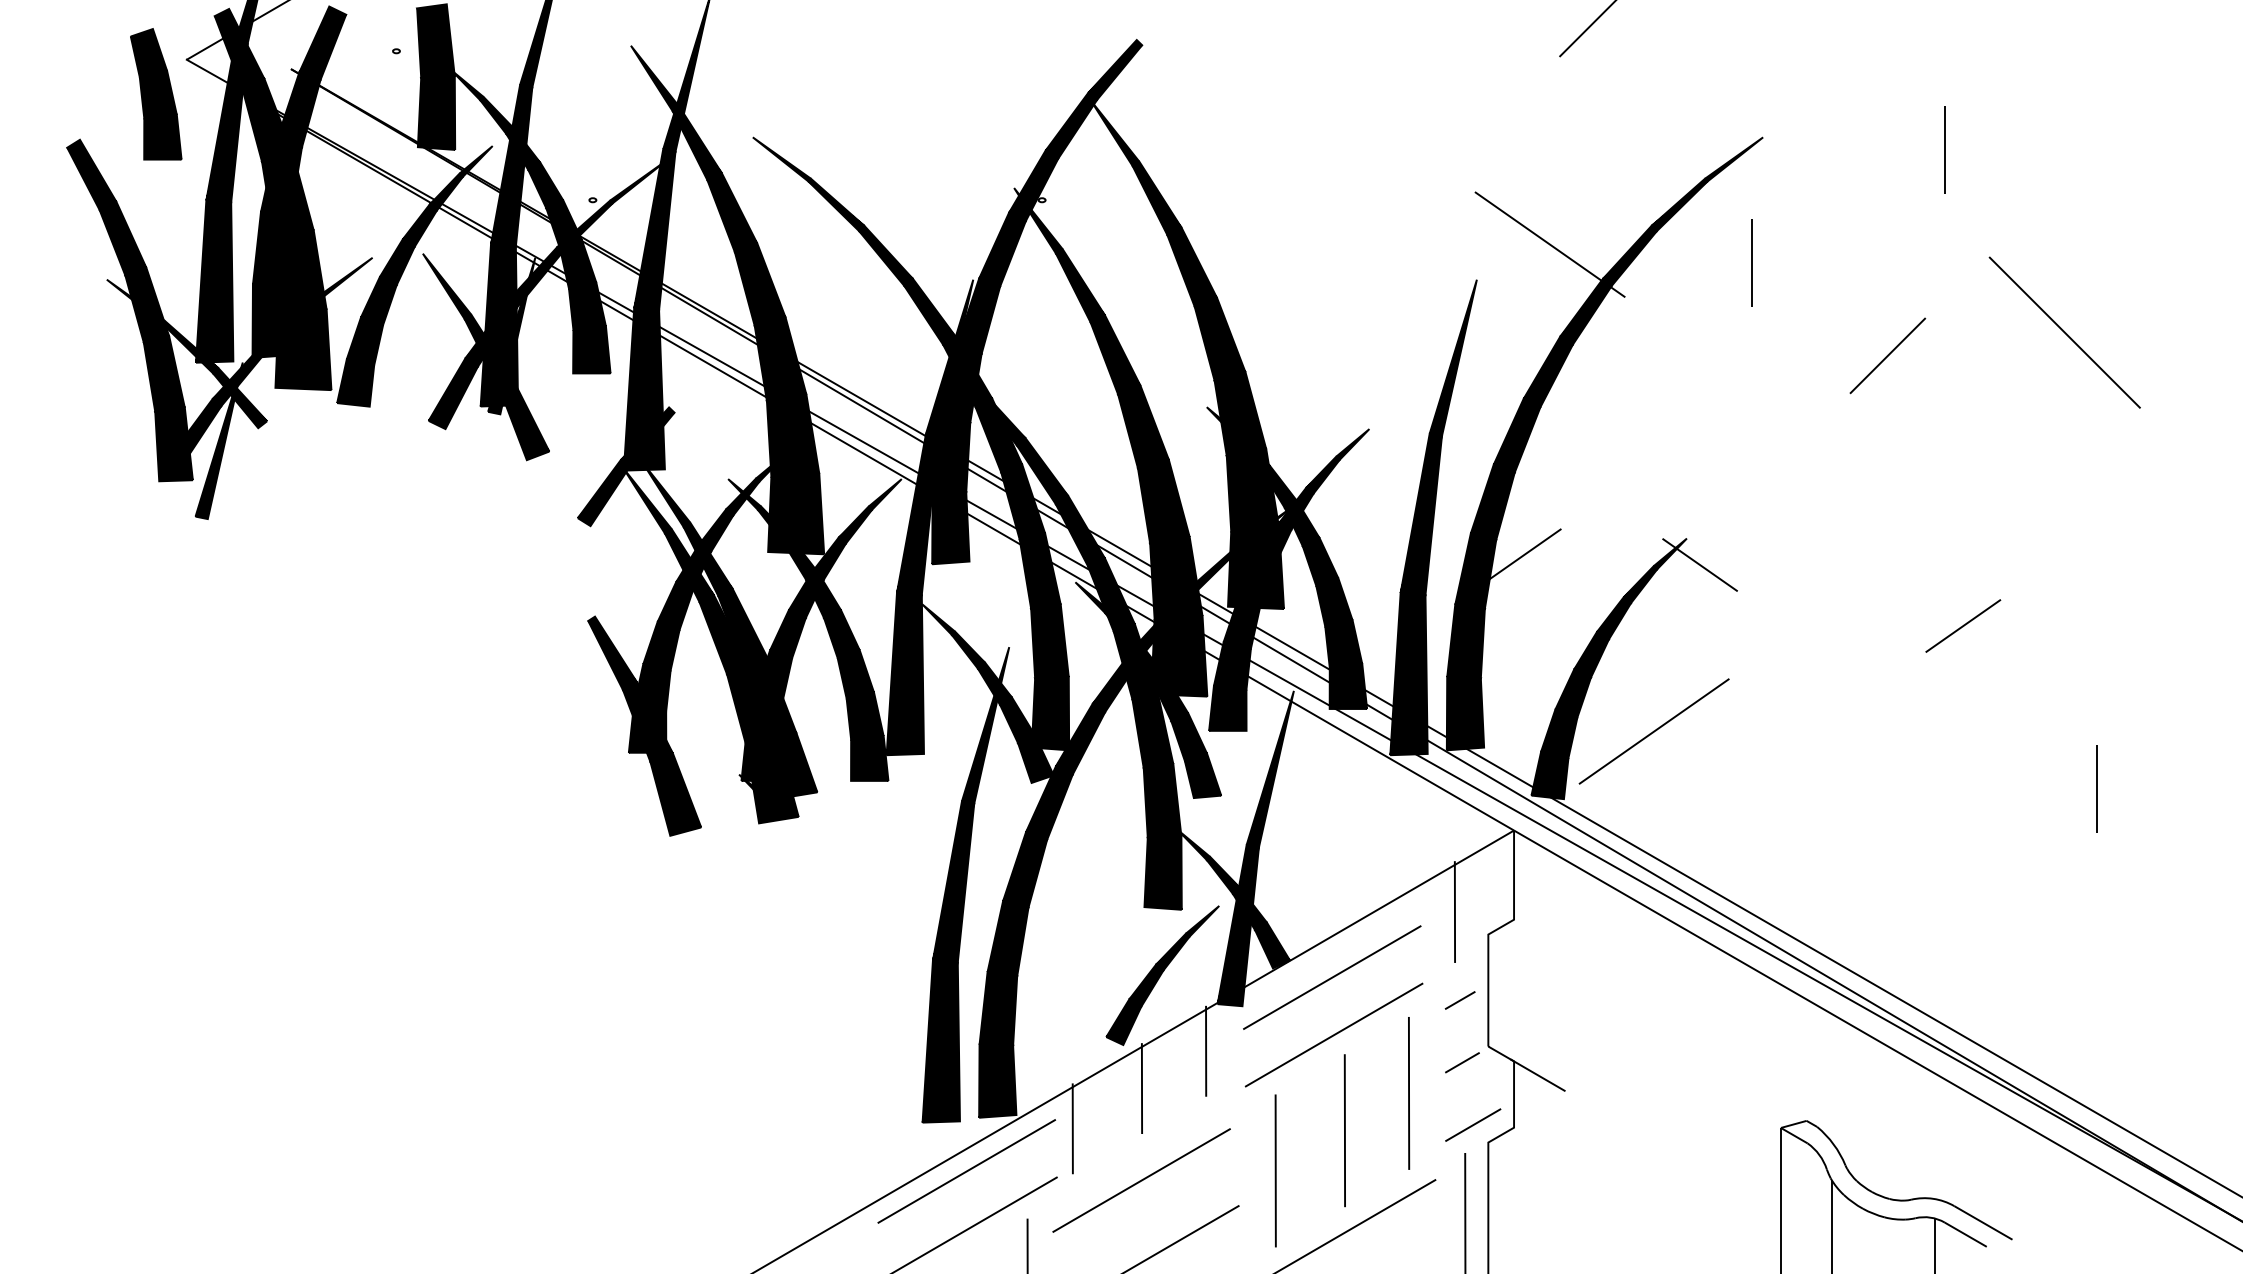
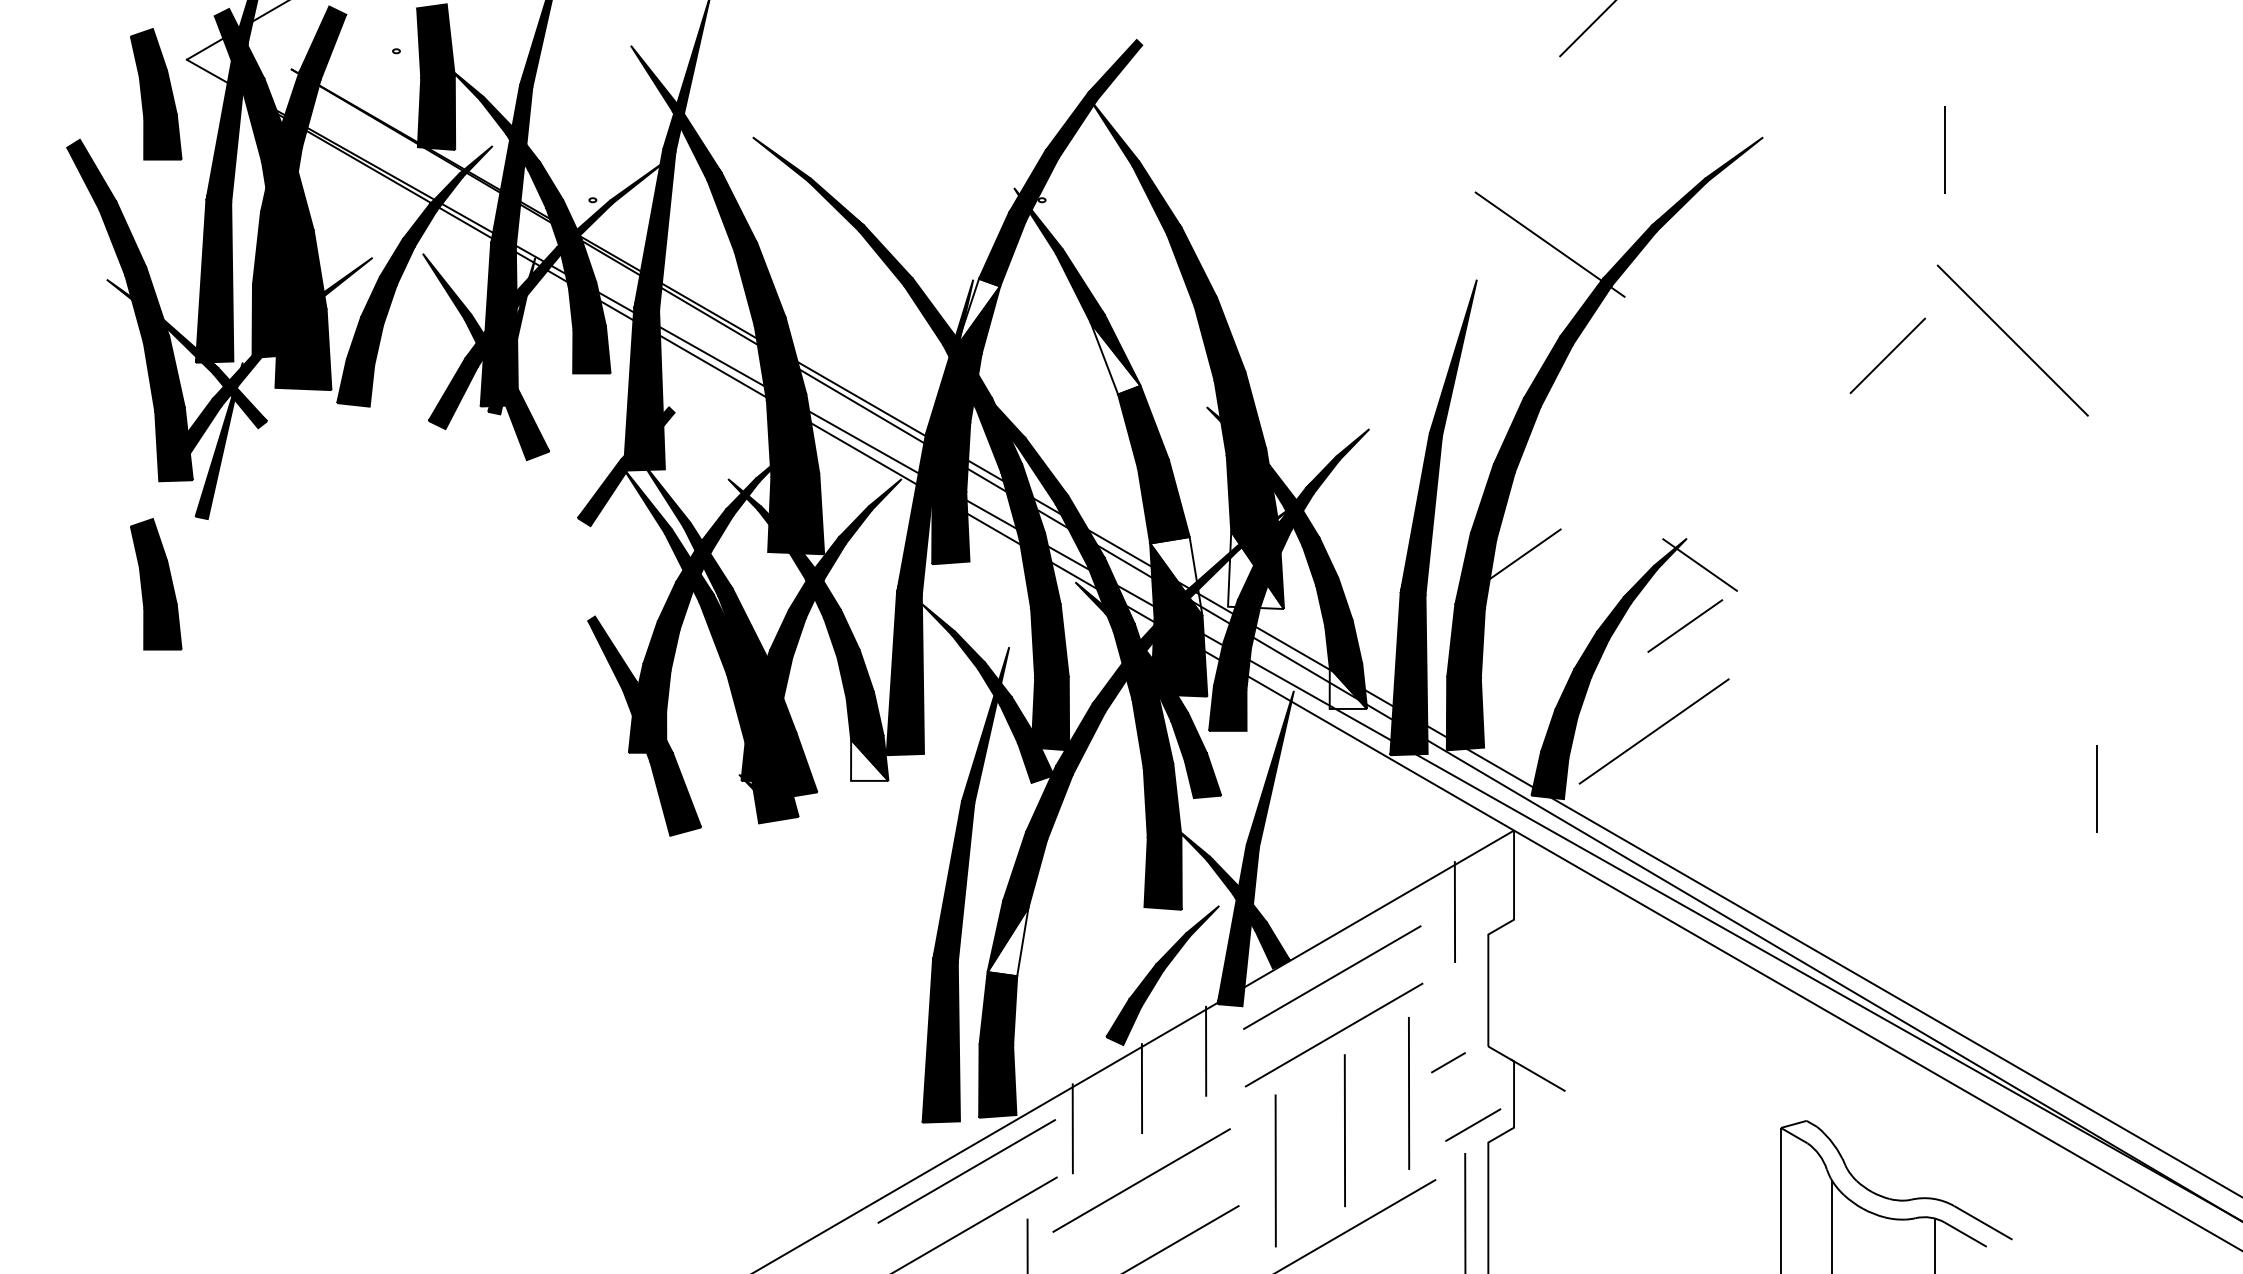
line at (1751, 262): present -> none
fill at (978, 312): present -> none
line at (2064, 332) position: (2064, 332) -> (2012, 340)
fill at (1115, 358): present -> none
fill at (1255, 570): present -> none
fill at (1176, 576): present -> none
part at (156, 584): none -> present
line at (1963, 625) position: (1963, 625) -> (1685, 625)
fill at (1348, 687): present -> none
fill at (869, 759): present -> none
fill at (1007, 941): present -> none
line at (1459, 1000): present -> none
line at (1462, 1062) position: (1462, 1062) -> (1448, 1062)
